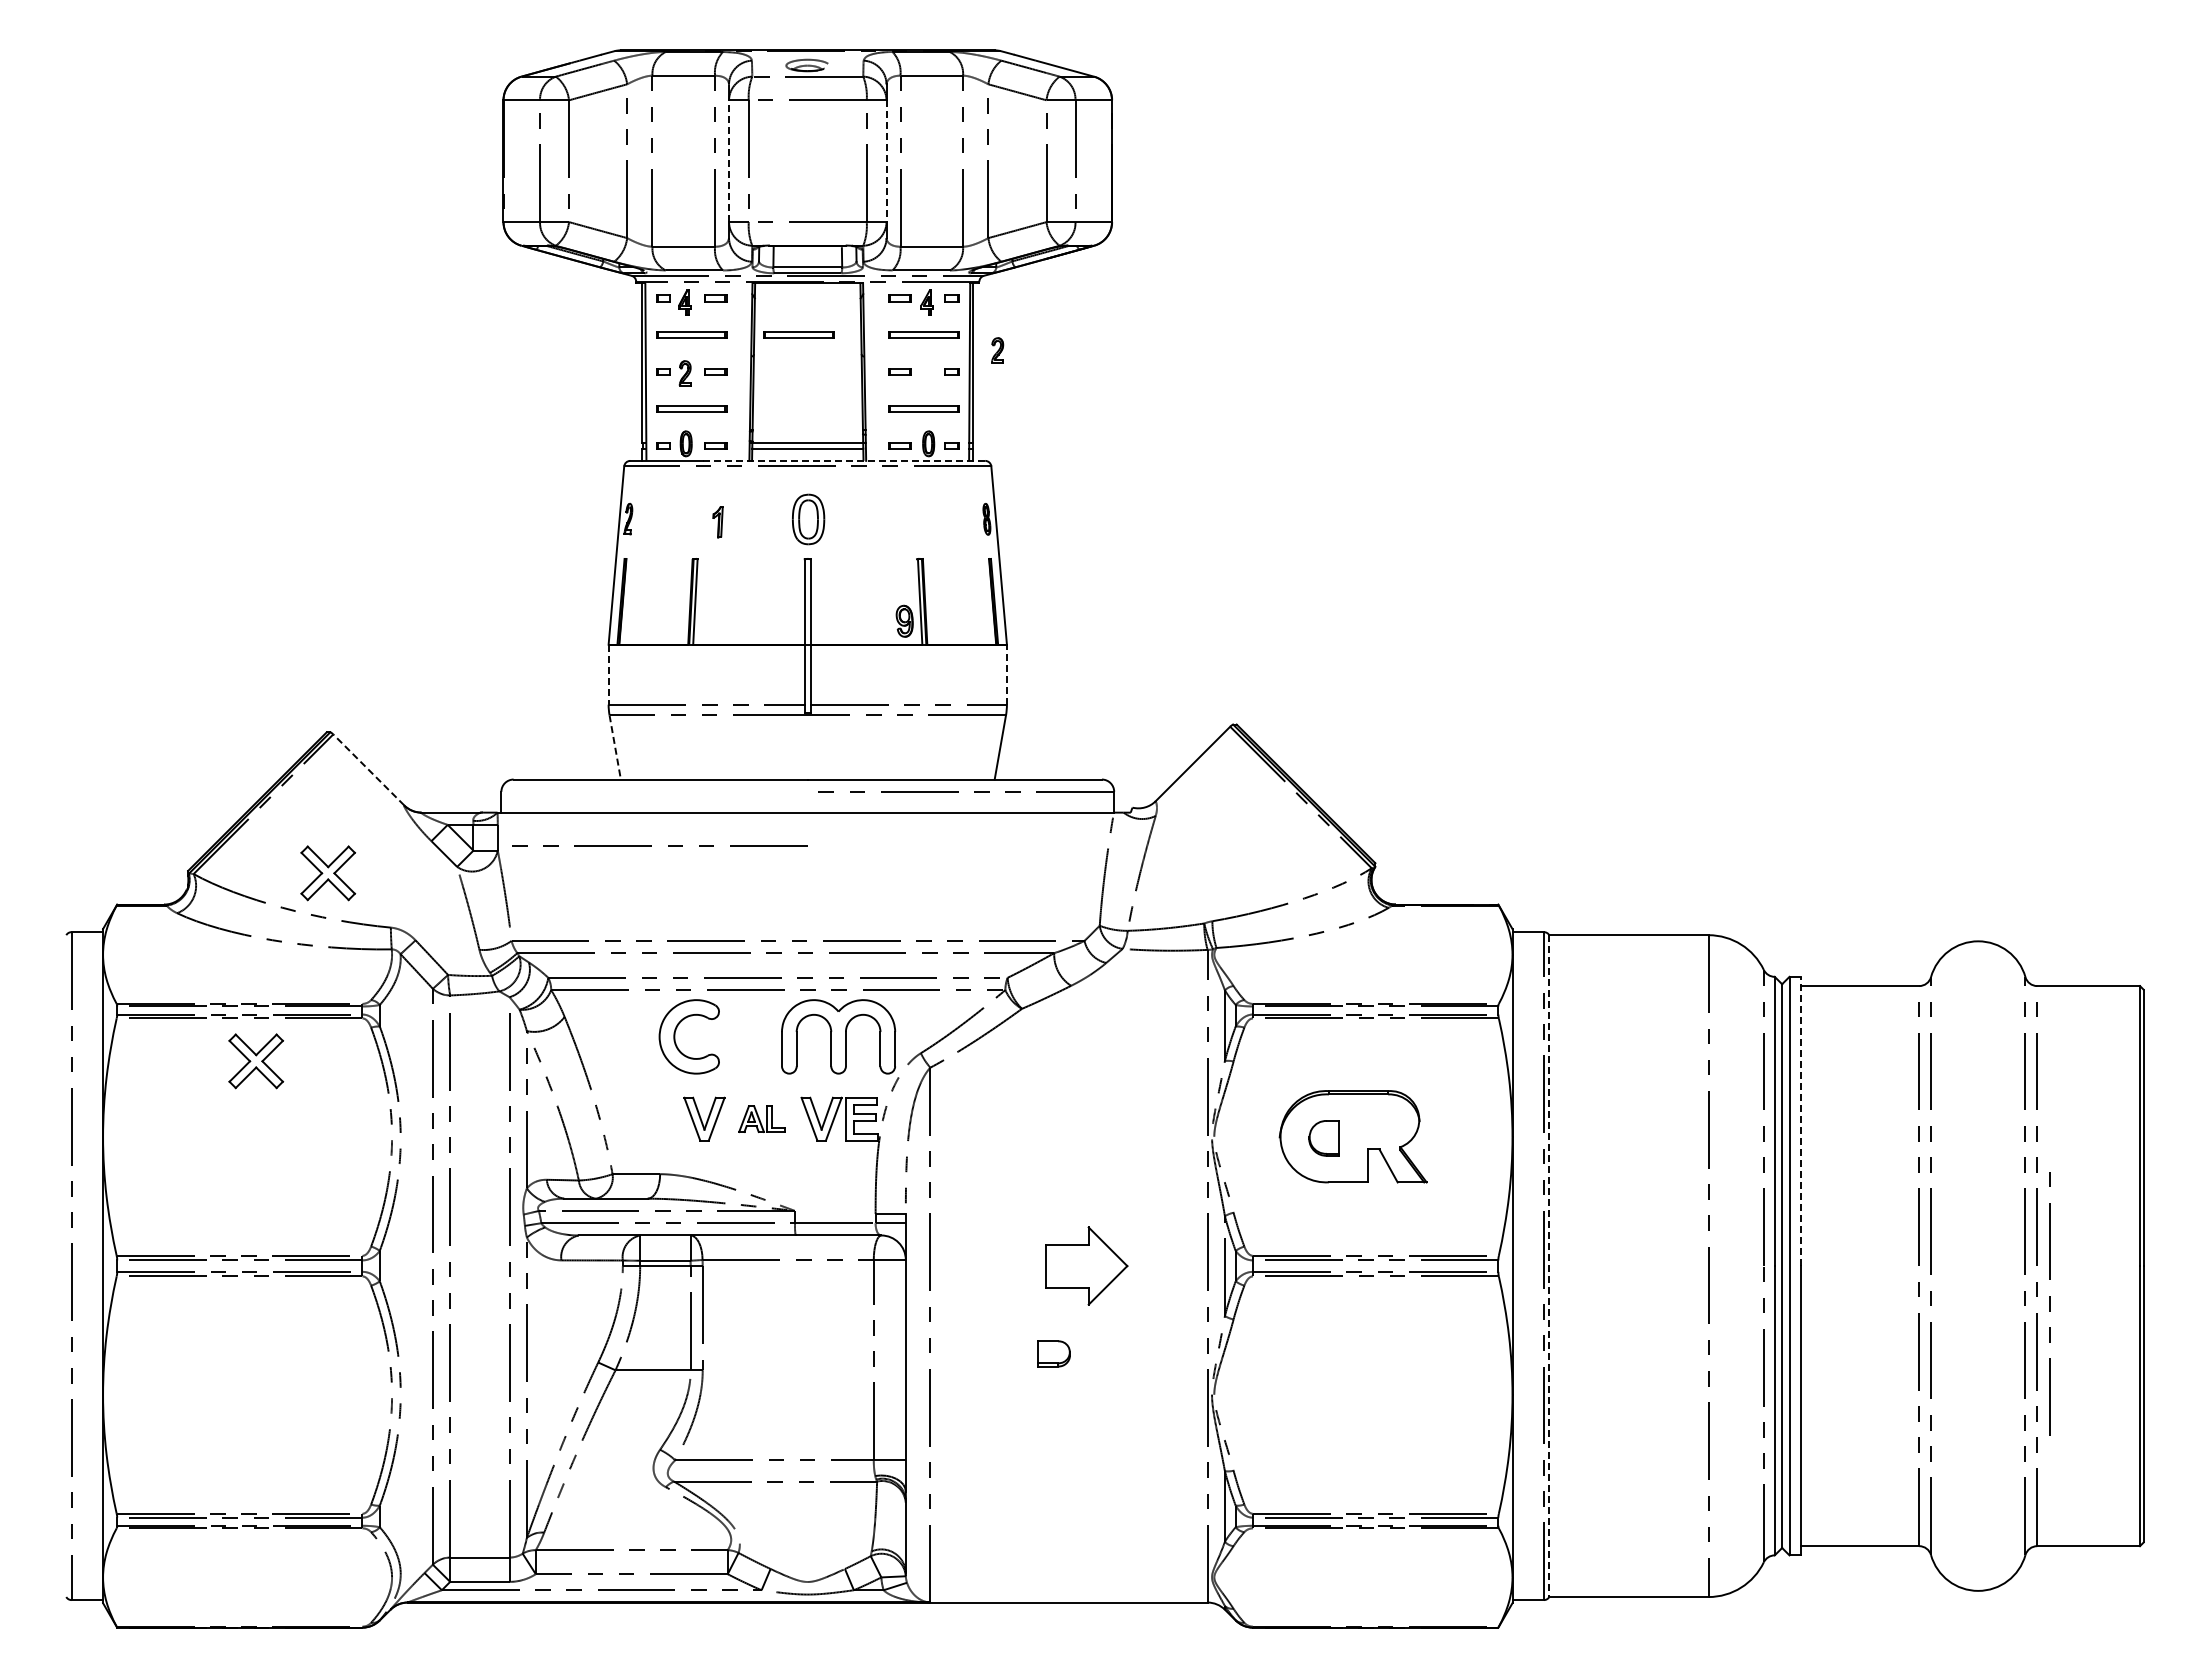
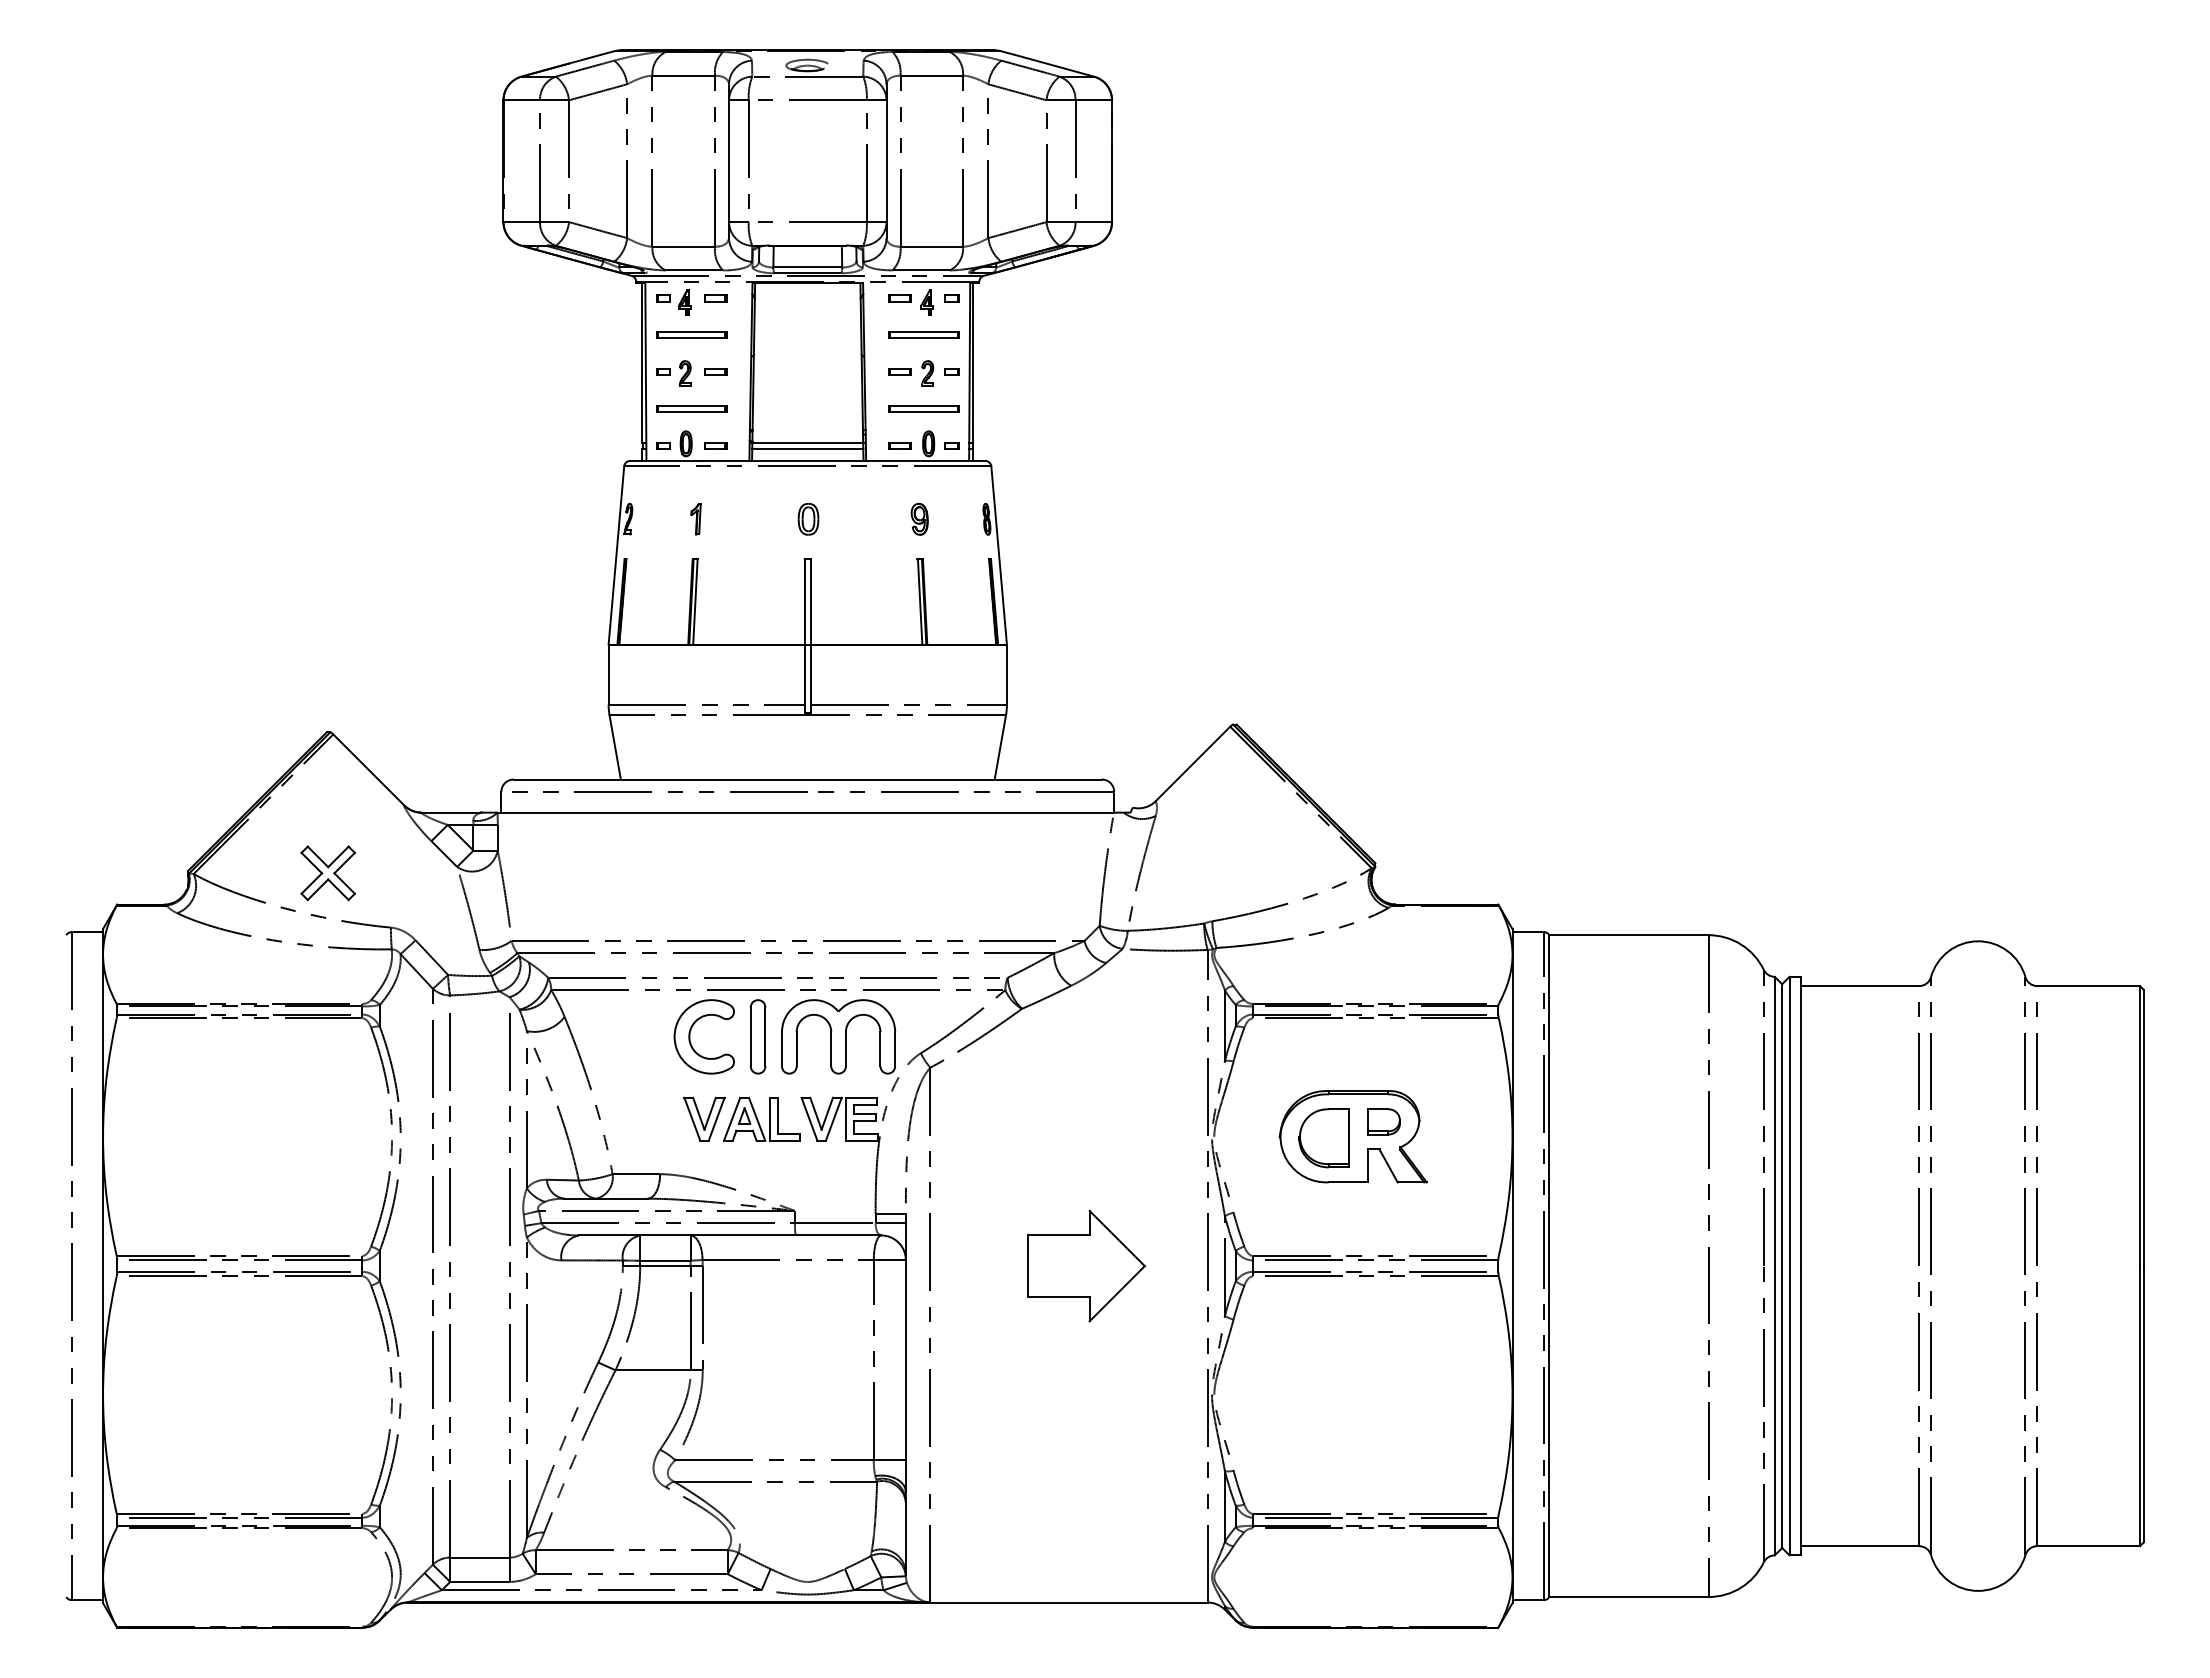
line at (729, 161): dashed -> solid
line at (886, 161): dashed -> solid
part at (798, 334): present -> none
part at (997, 350) position: (997, 350) -> (927, 373)
line at (844, 460): dashed -> solid
part at (808, 519) size: 34x53 px -> 23x34 px
part at (717, 522) position: (717, 522) -> (695, 519)
part at (904, 620) position: (904, 620) -> (919, 518)
line at (608, 674): dashed -> solid
line at (1006, 674): dashed -> solid
line at (615, 747): dashed -> solid
line at (368, 769): dashed -> solid
line at (651, 845) position: (651, 845) -> (651, 791)
part at (675, 1036) position: (675, 1036) -> (690, 1036)
part at (757, 1036): none -> present
part at (256, 1061): present -> none
part at (761, 1118) size: 48x28 px -> 78x46 px
line at (1800, 1121): dashed -> solid
part at (1323, 1138) size: 32x37 px -> 52x61 px
part at (1086, 1265) size: 84x80 px -> 119x114 px
line at (1549, 1266): dashed -> solid
line at (2049, 1303): present -> none
part at (1053, 1353) position: (1053, 1353) -> (1383, 1121)
